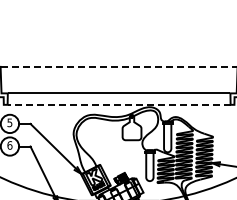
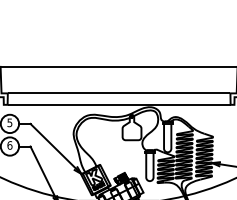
line at (119, 66): dashed -> solid
line at (118, 104): dashed -> solid
